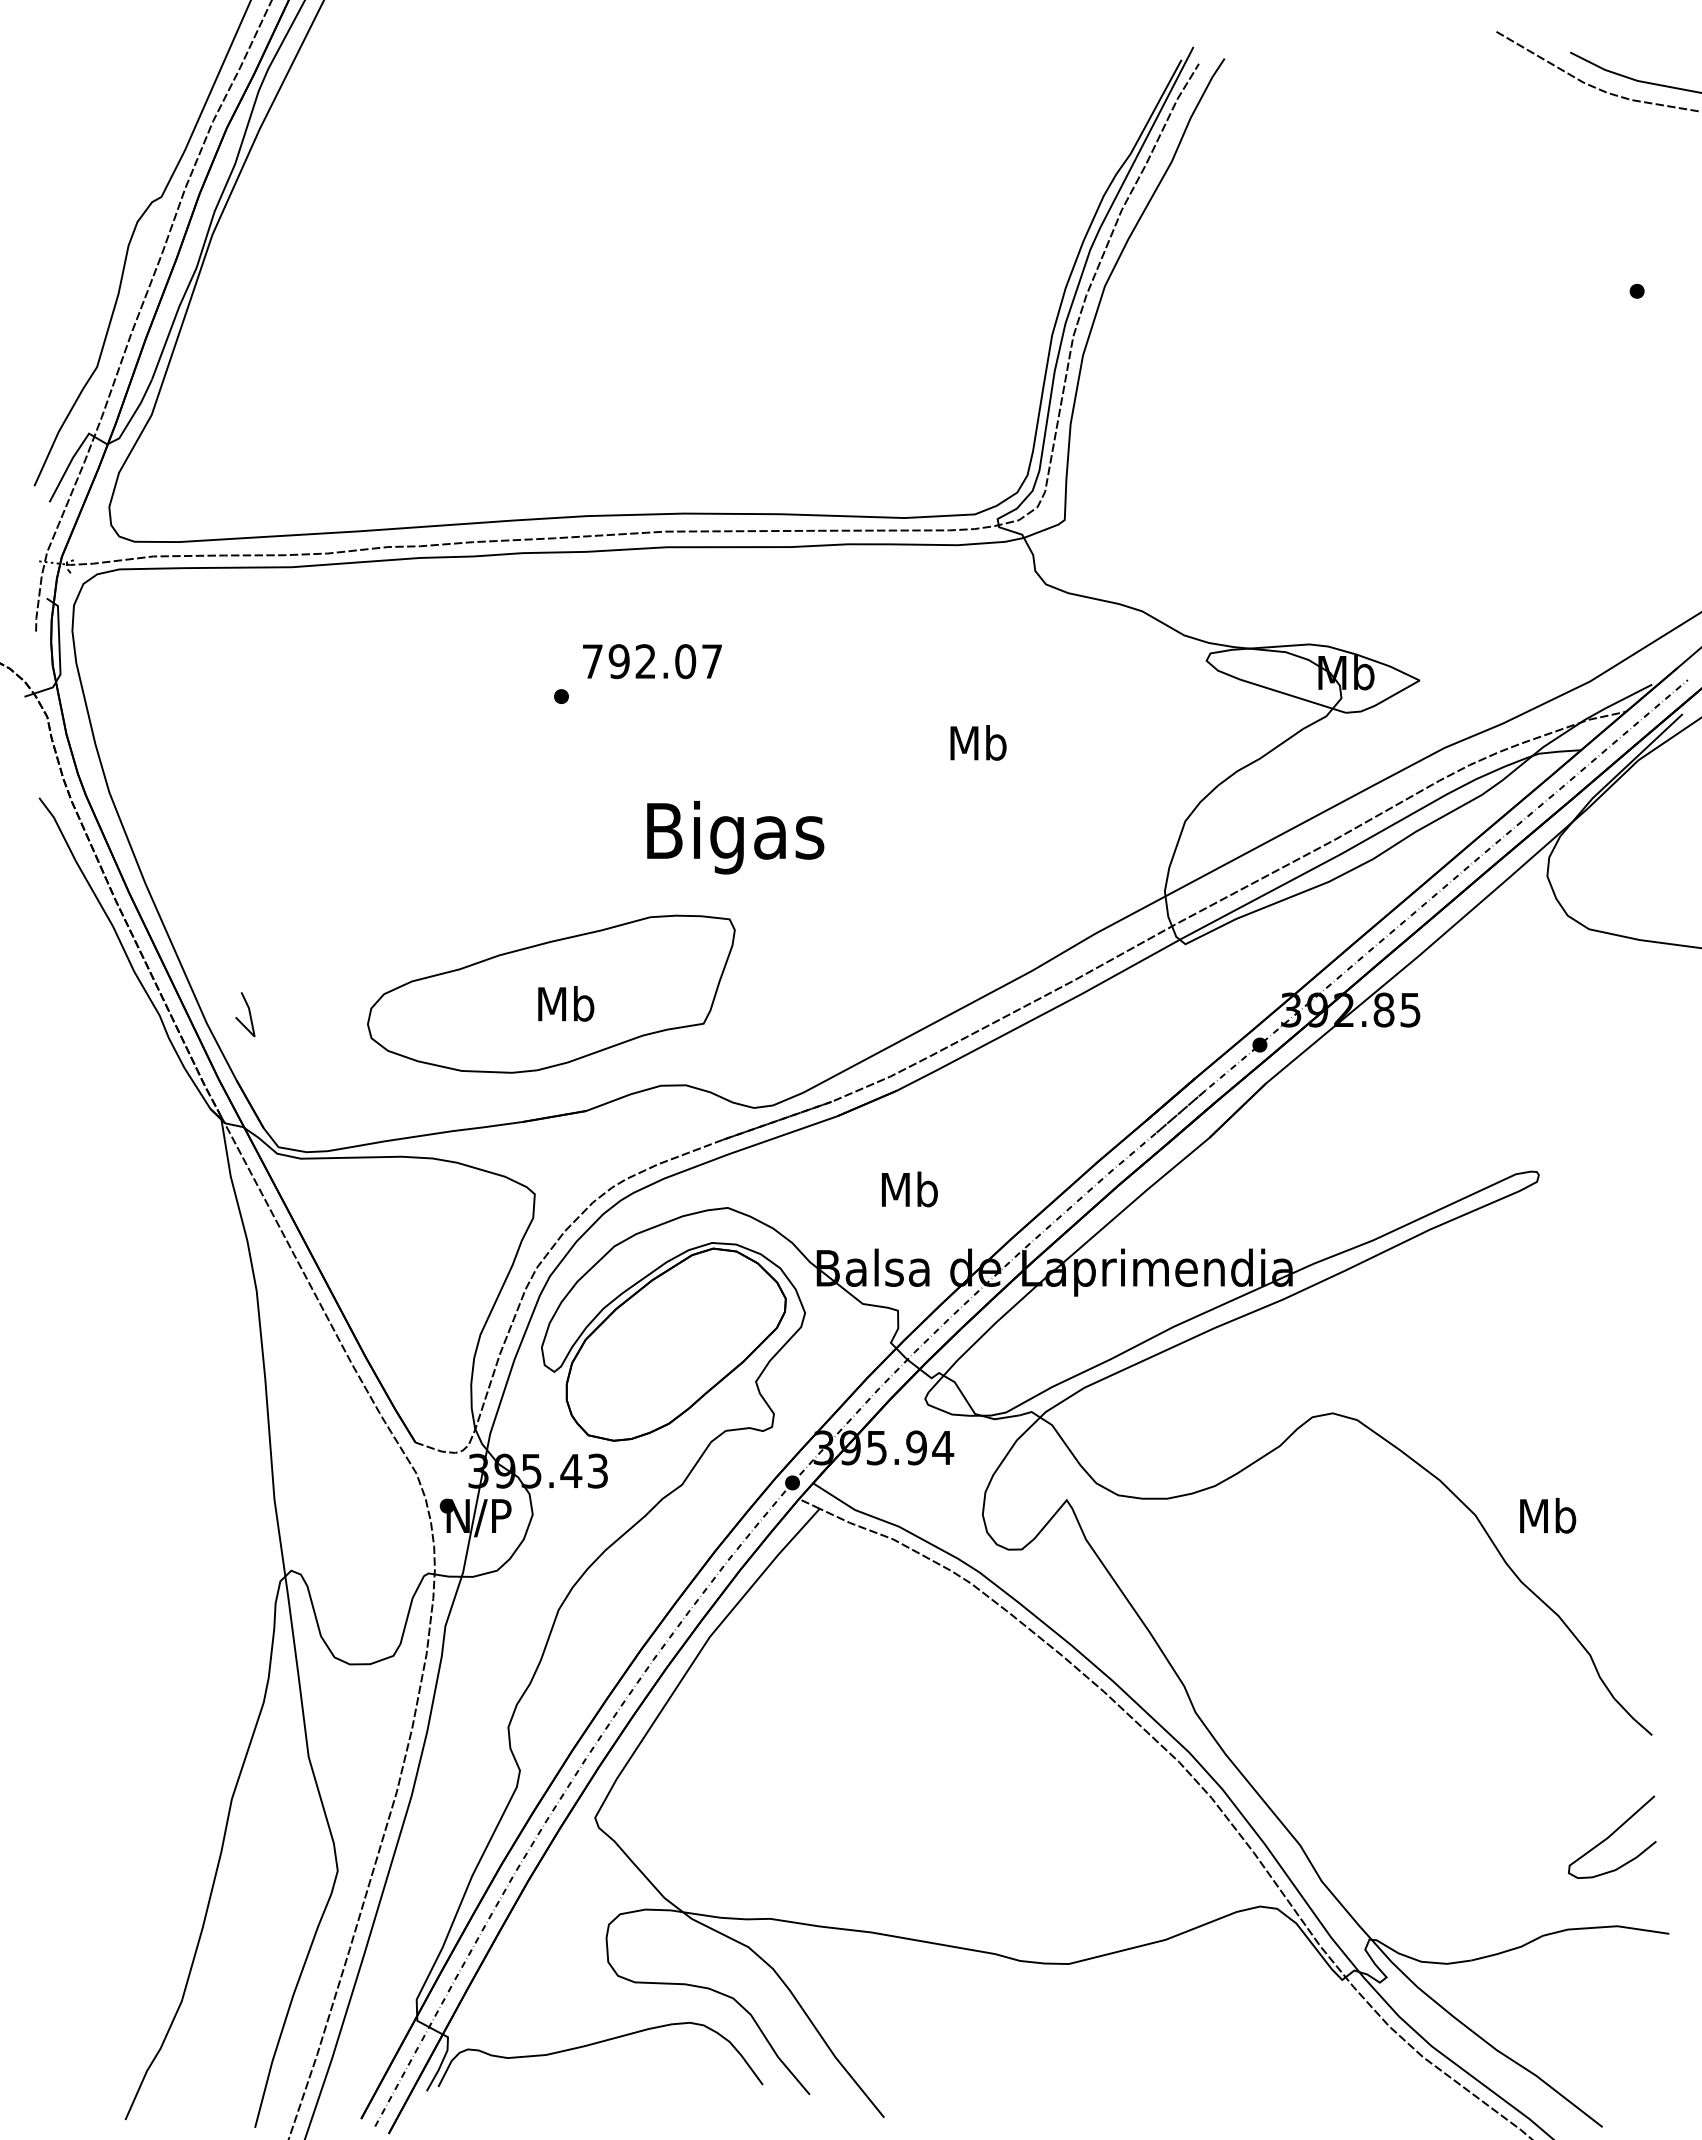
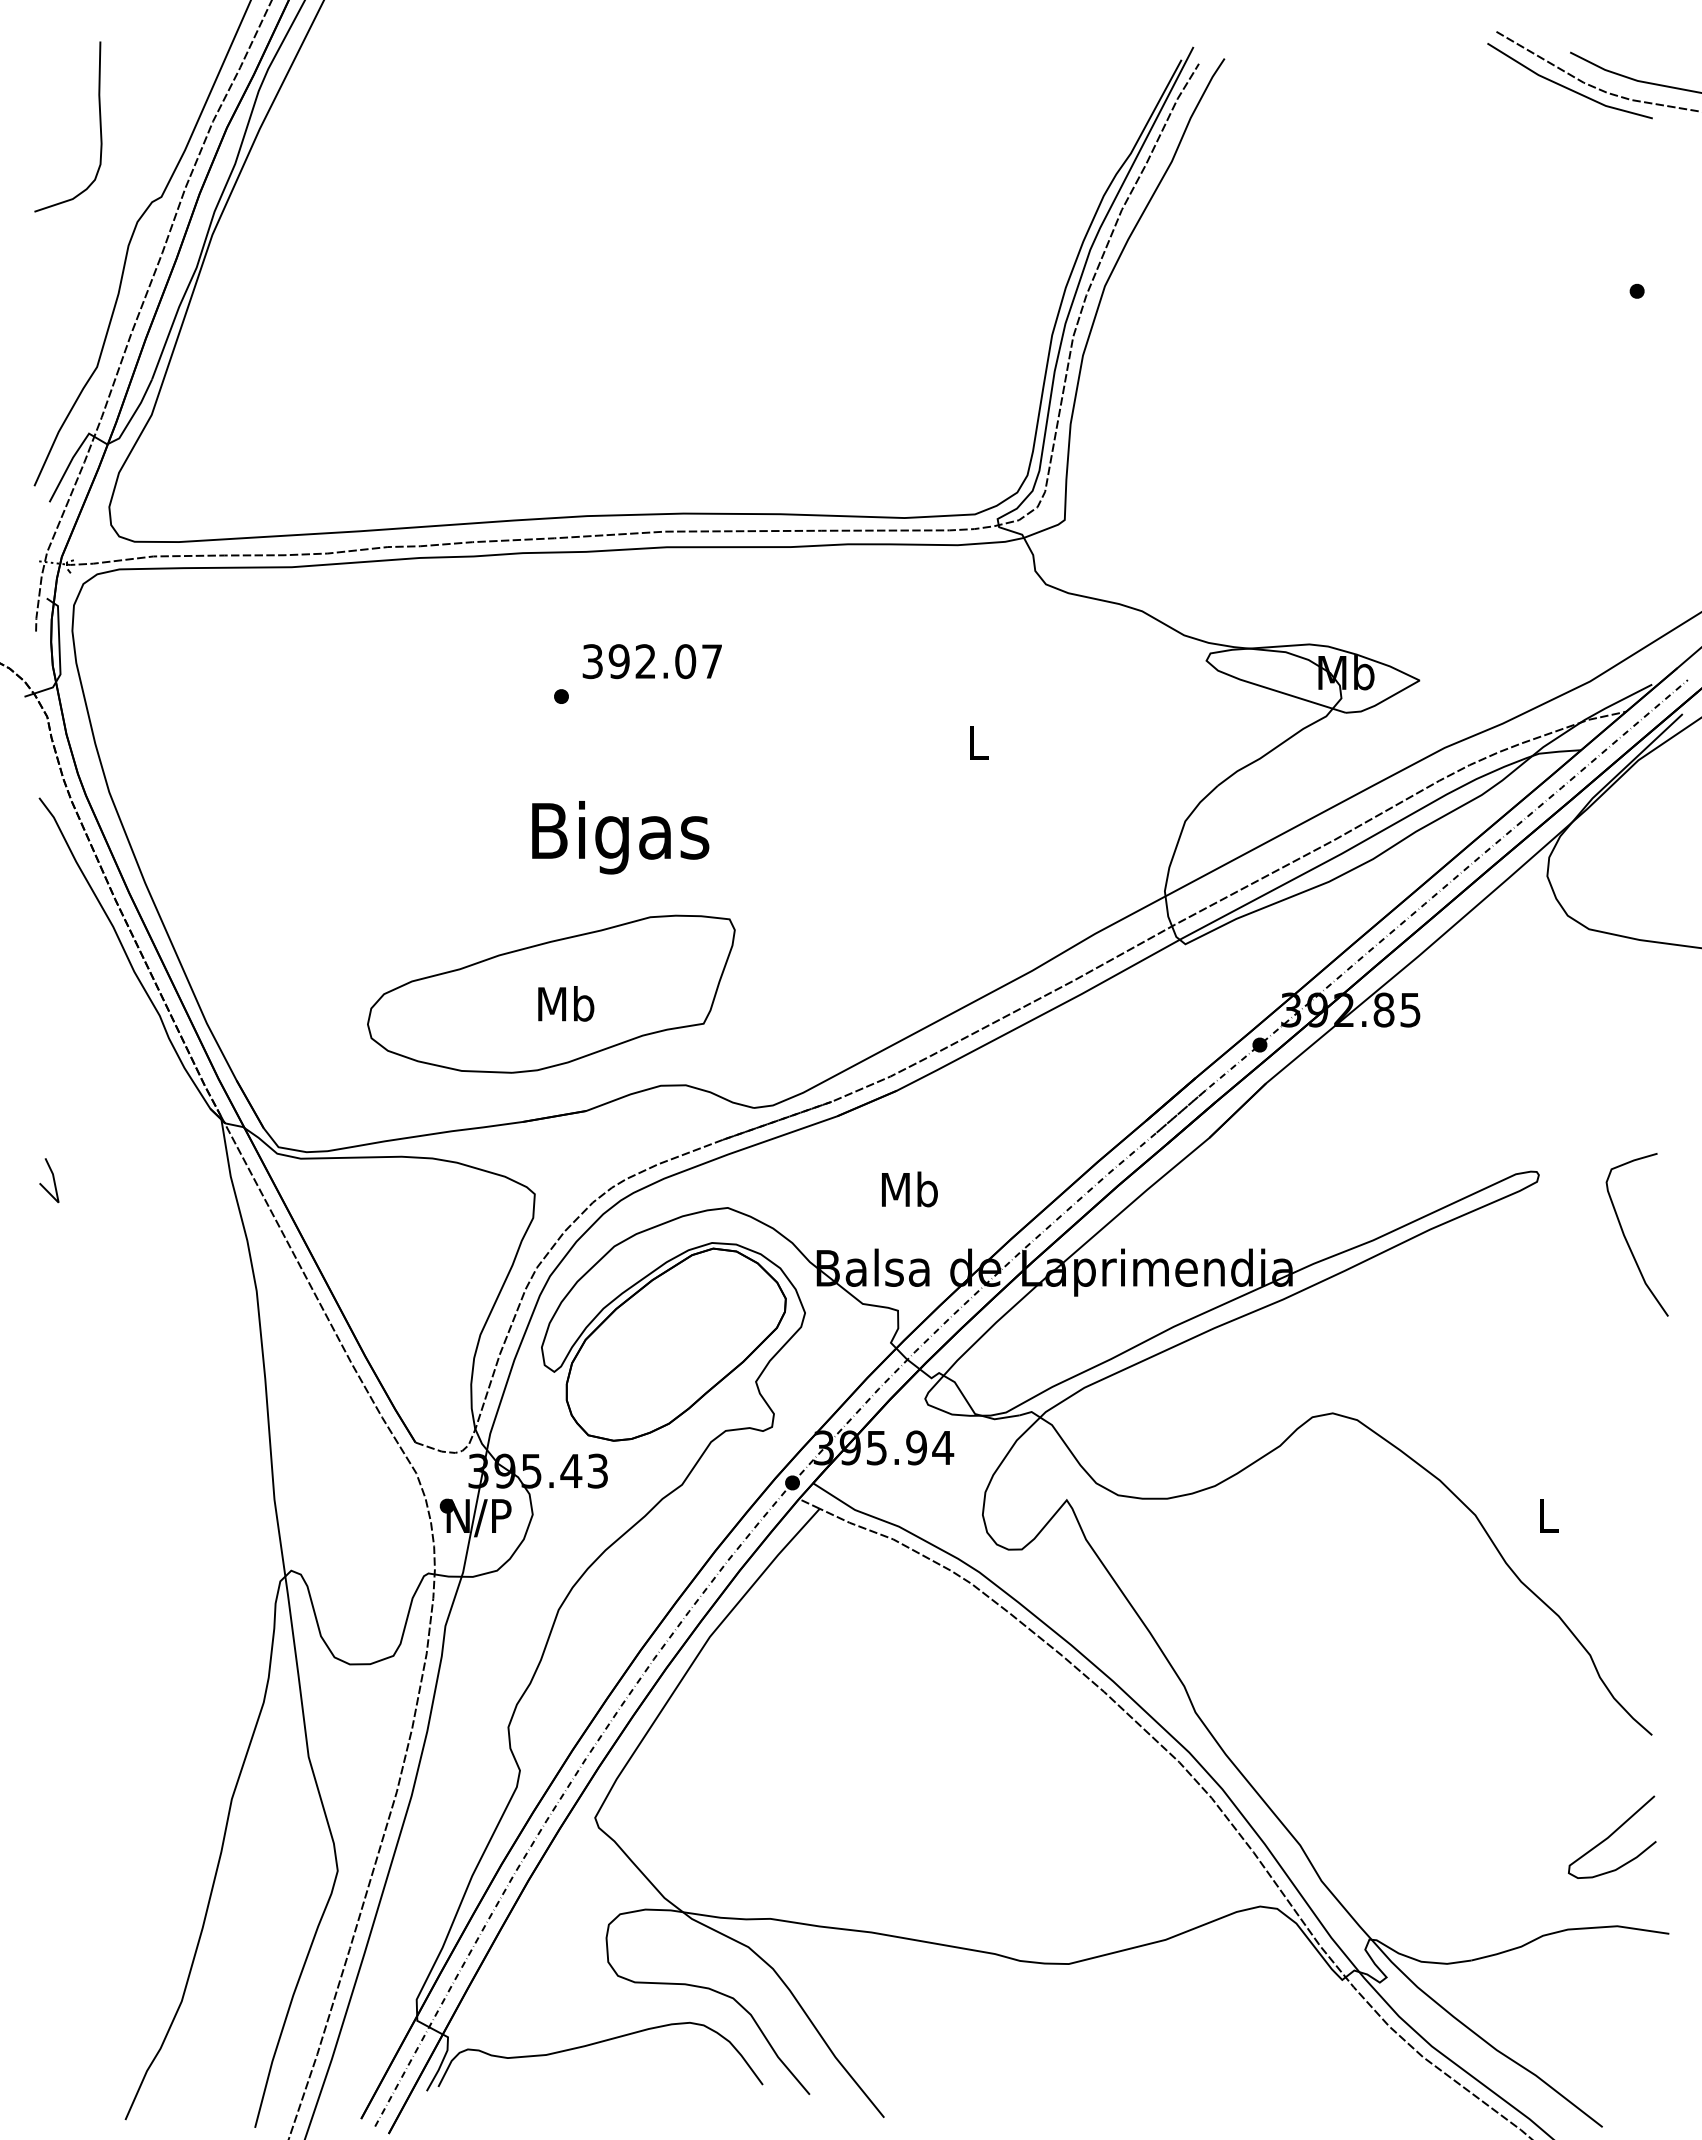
line at (1566, 86): none -> present
curve at (99, 126): none -> present
text at (592, 661): 792.07 -> 392.07
text at (978, 742): Mb -> L
text at (735, 837) position: (735, 837) -> (620, 837)
line at (248, 1012) position: (248, 1012) -> (52, 1178)
curve at (1626, 1238): none -> present
text at (1548, 1515): Mb -> L
